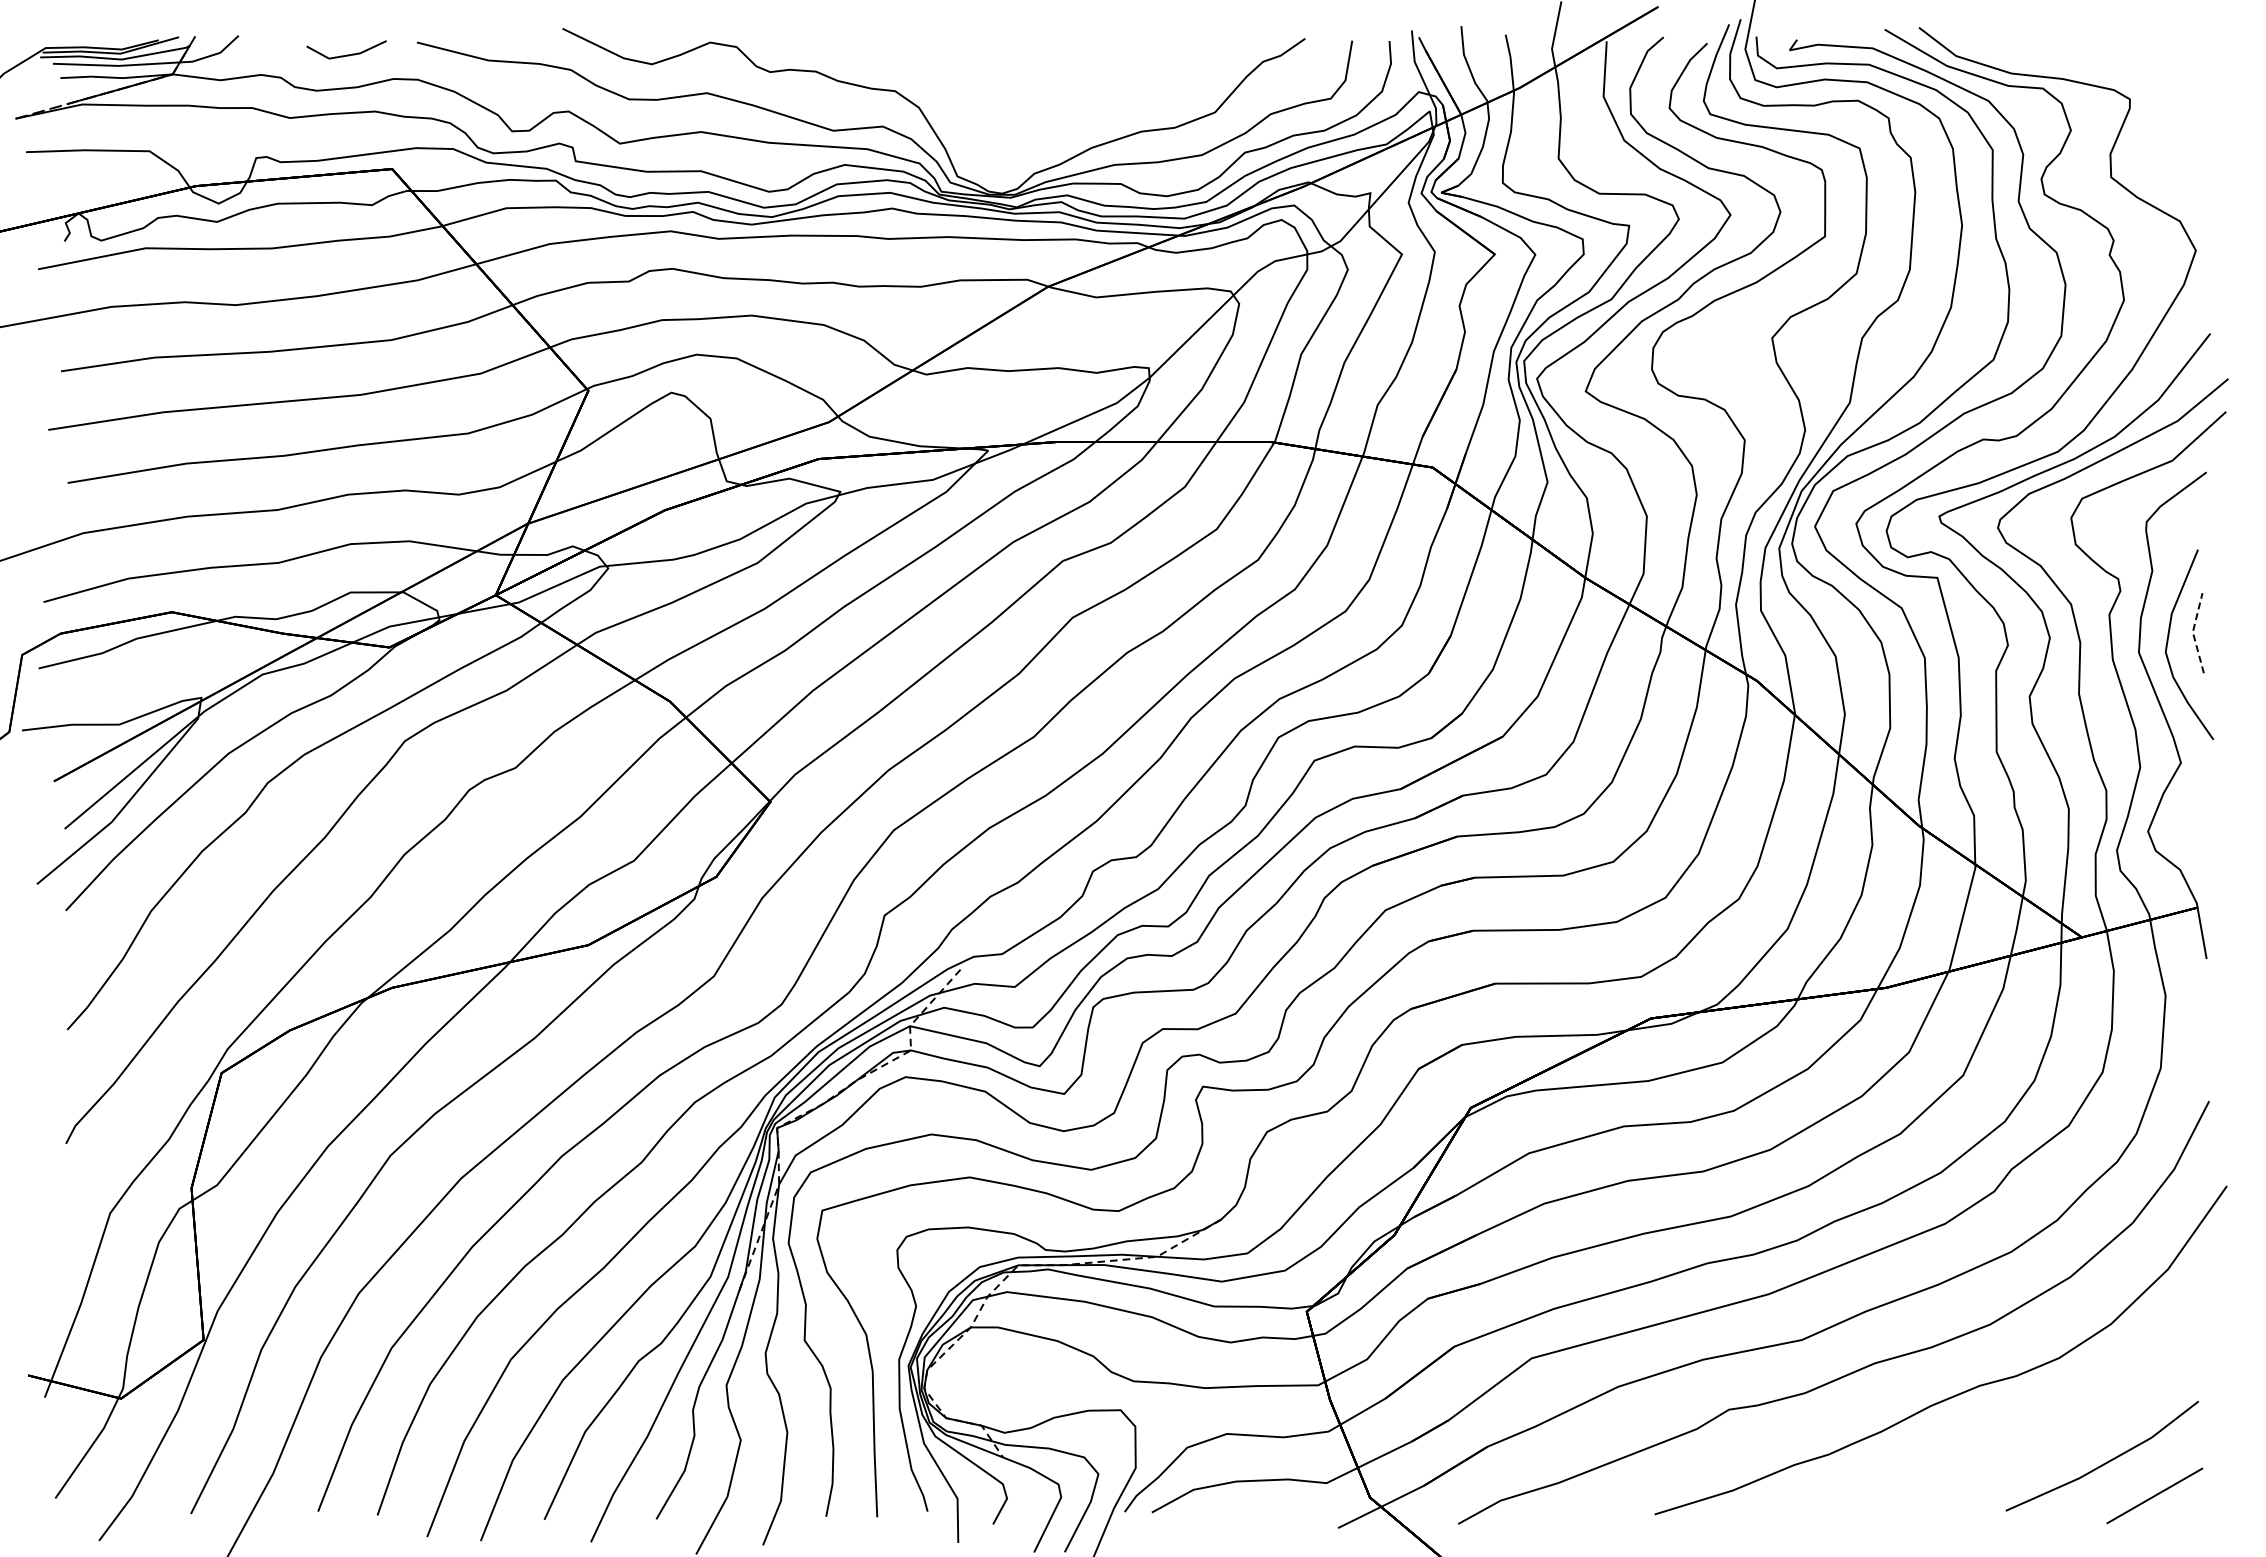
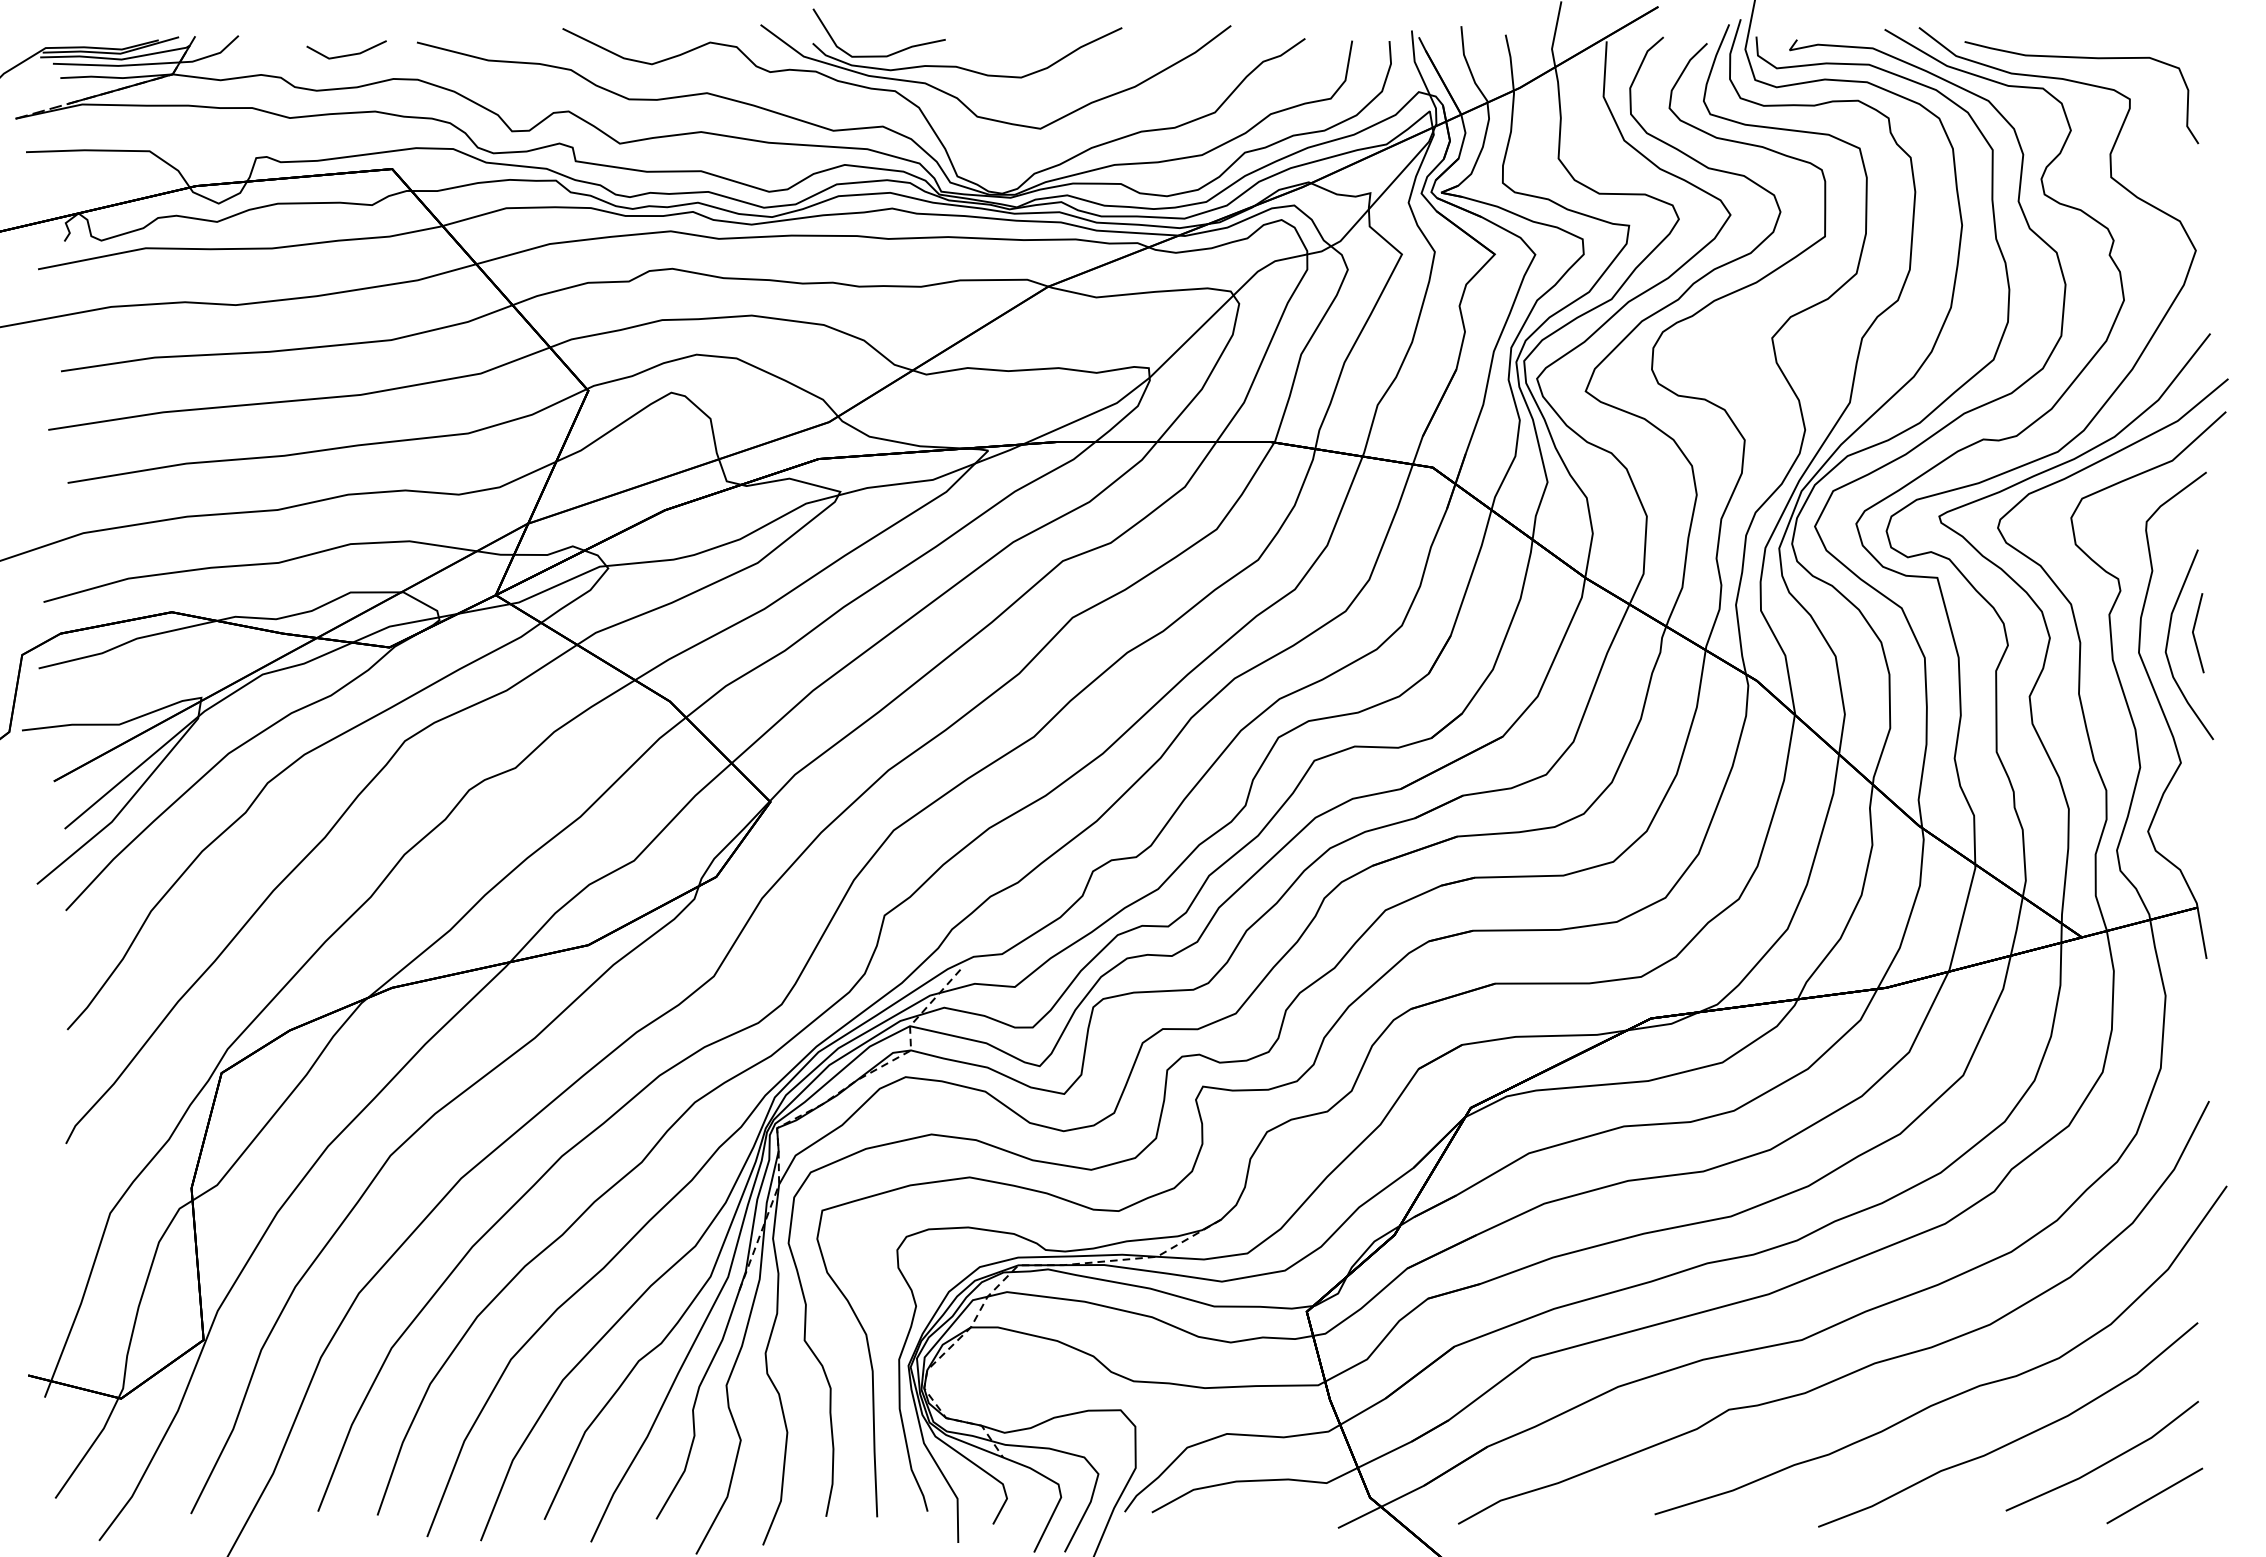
curve at (2081, 58): none -> present
part at (992, 74): none -> present
line at (2192, 632): dashed -> solid
curve at (2015, 1439): none -> present
